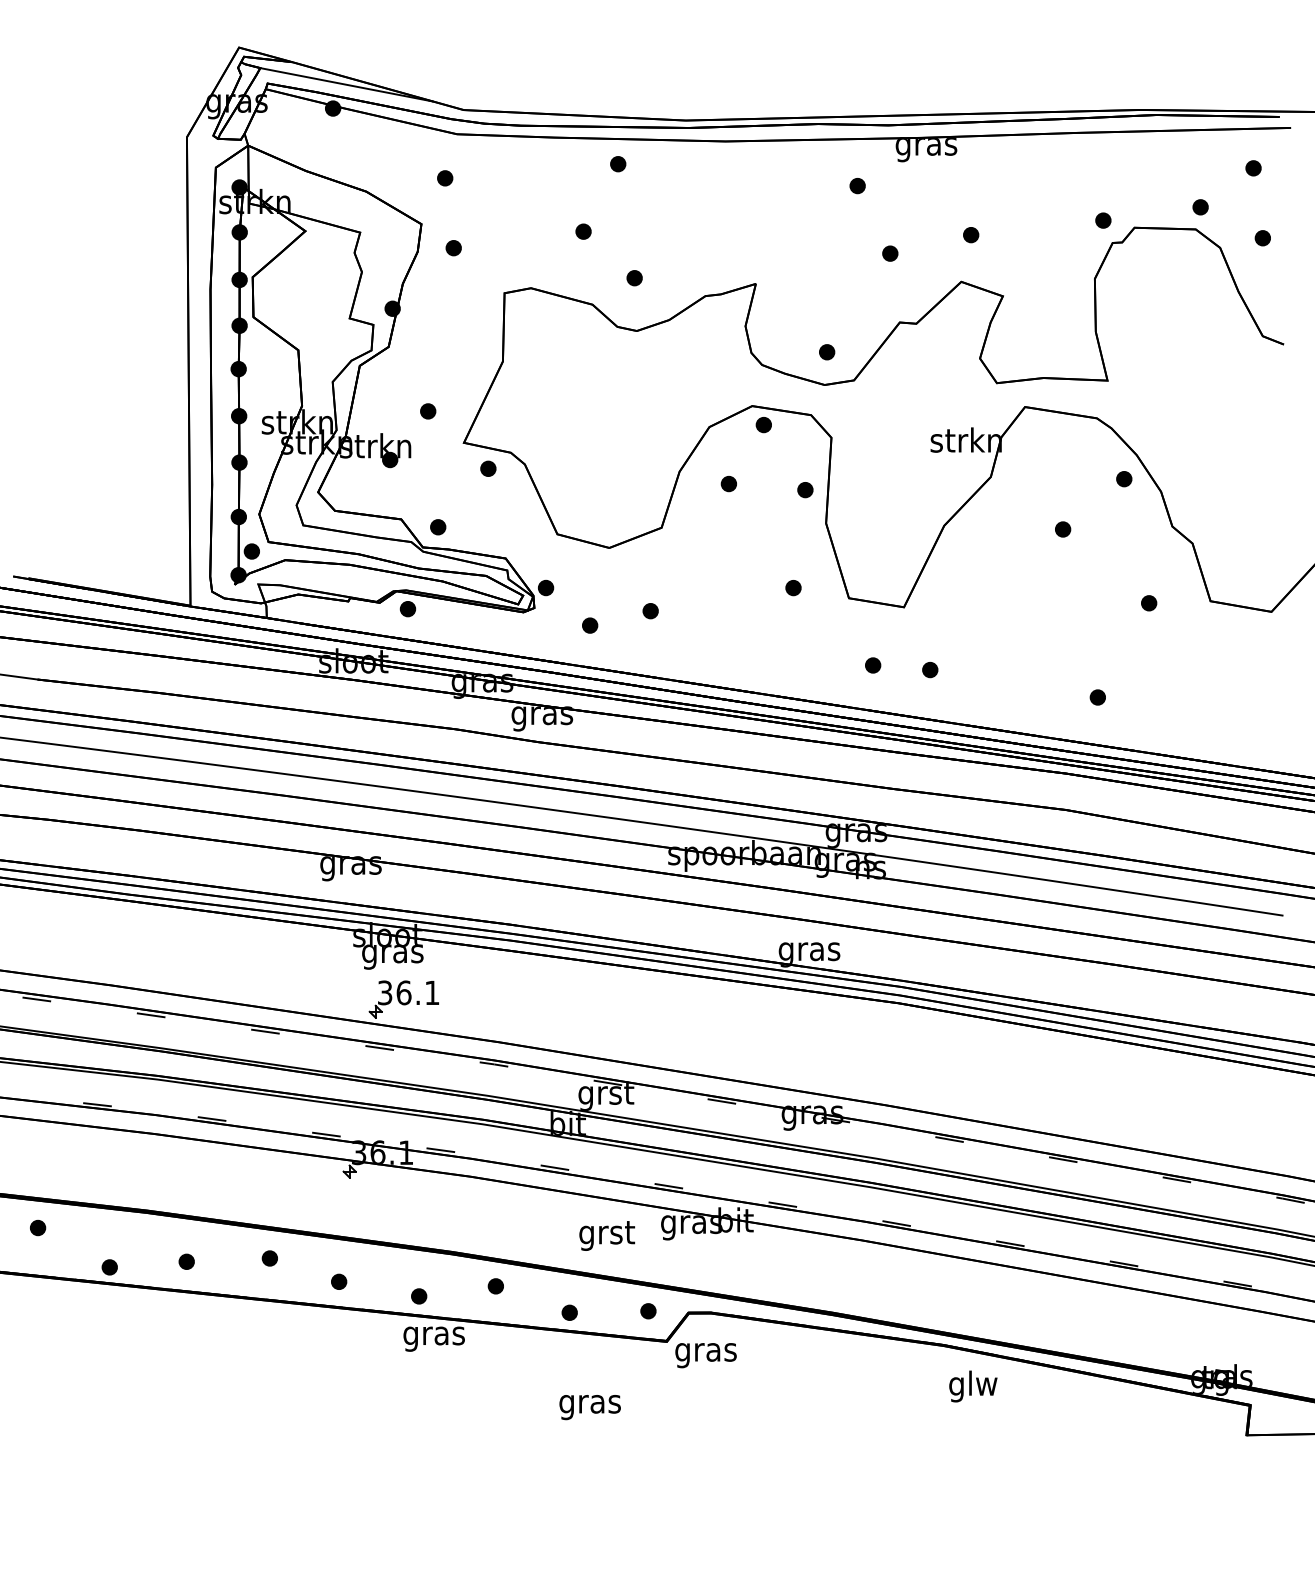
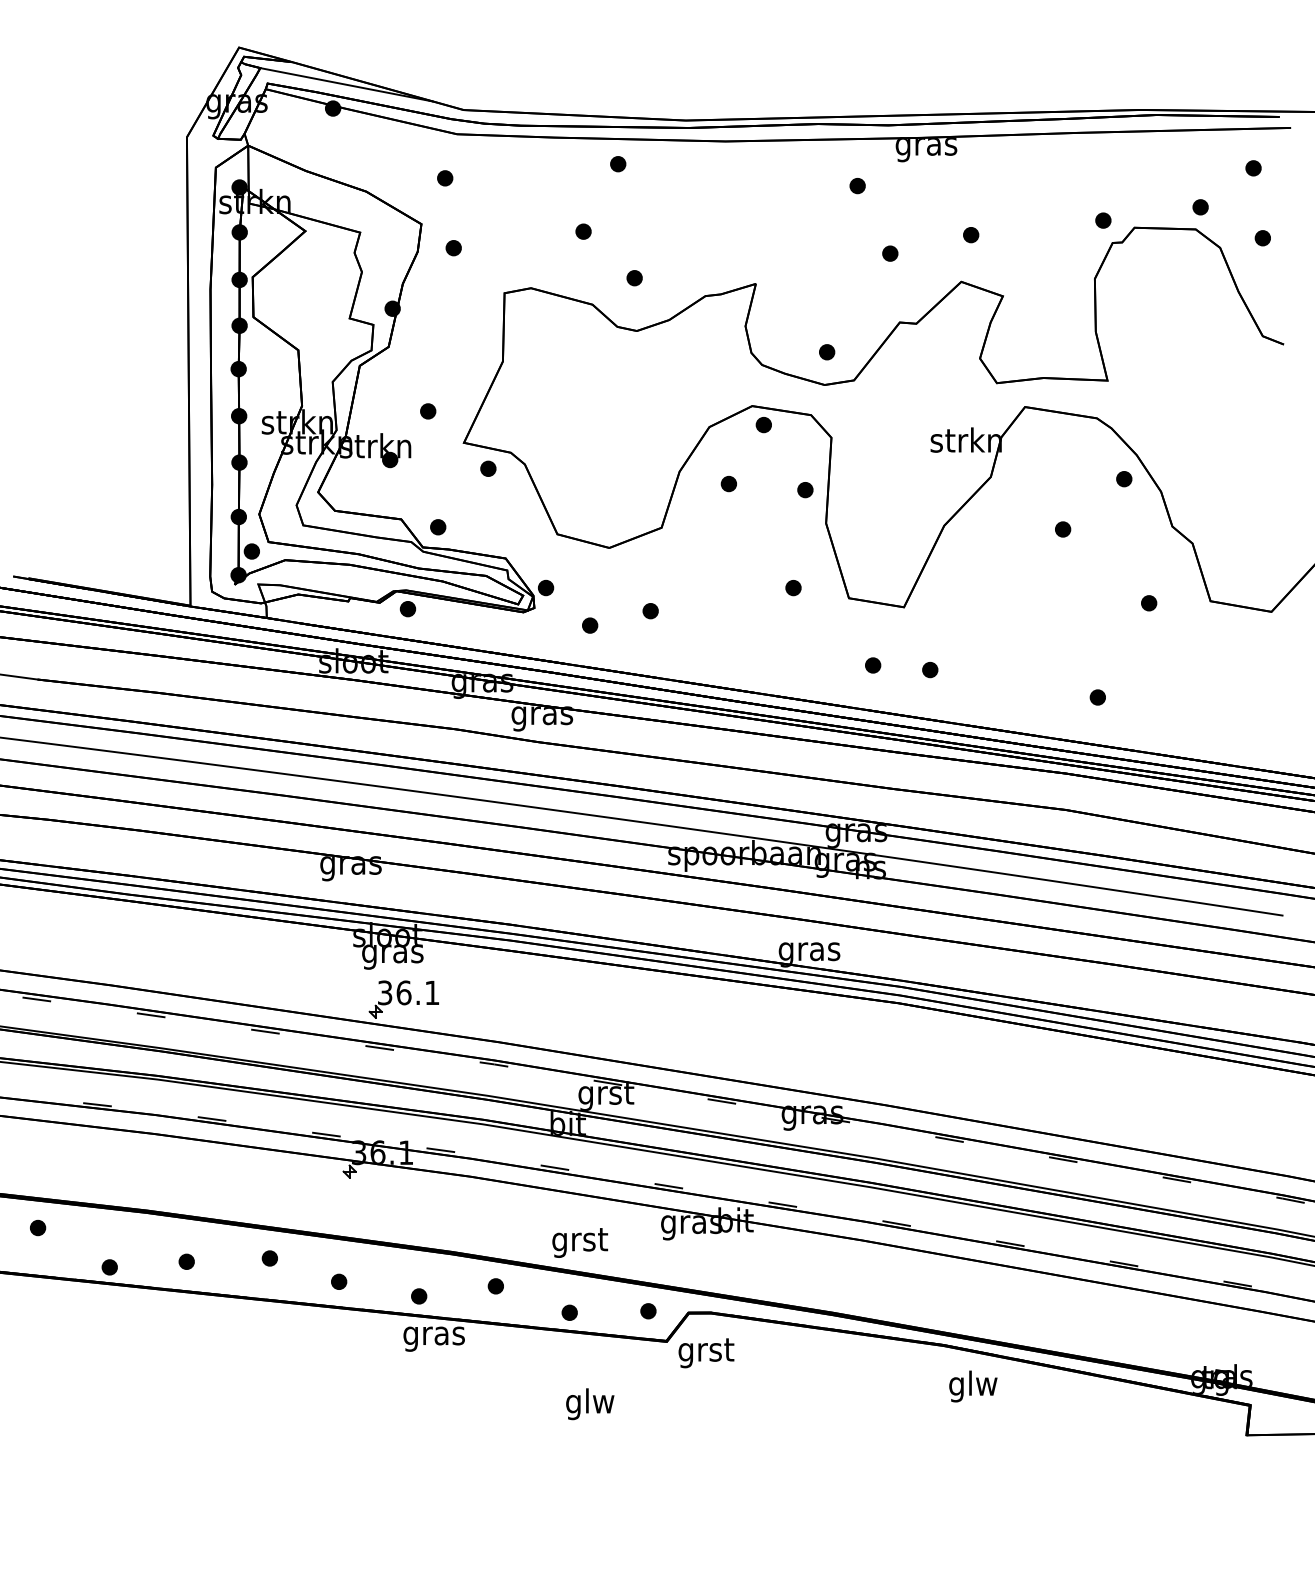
text at (607, 1235) position: (607, 1235) -> (580, 1242)
text at (705, 1353): gras -> grst
text at (589, 1404): gras -> glw
